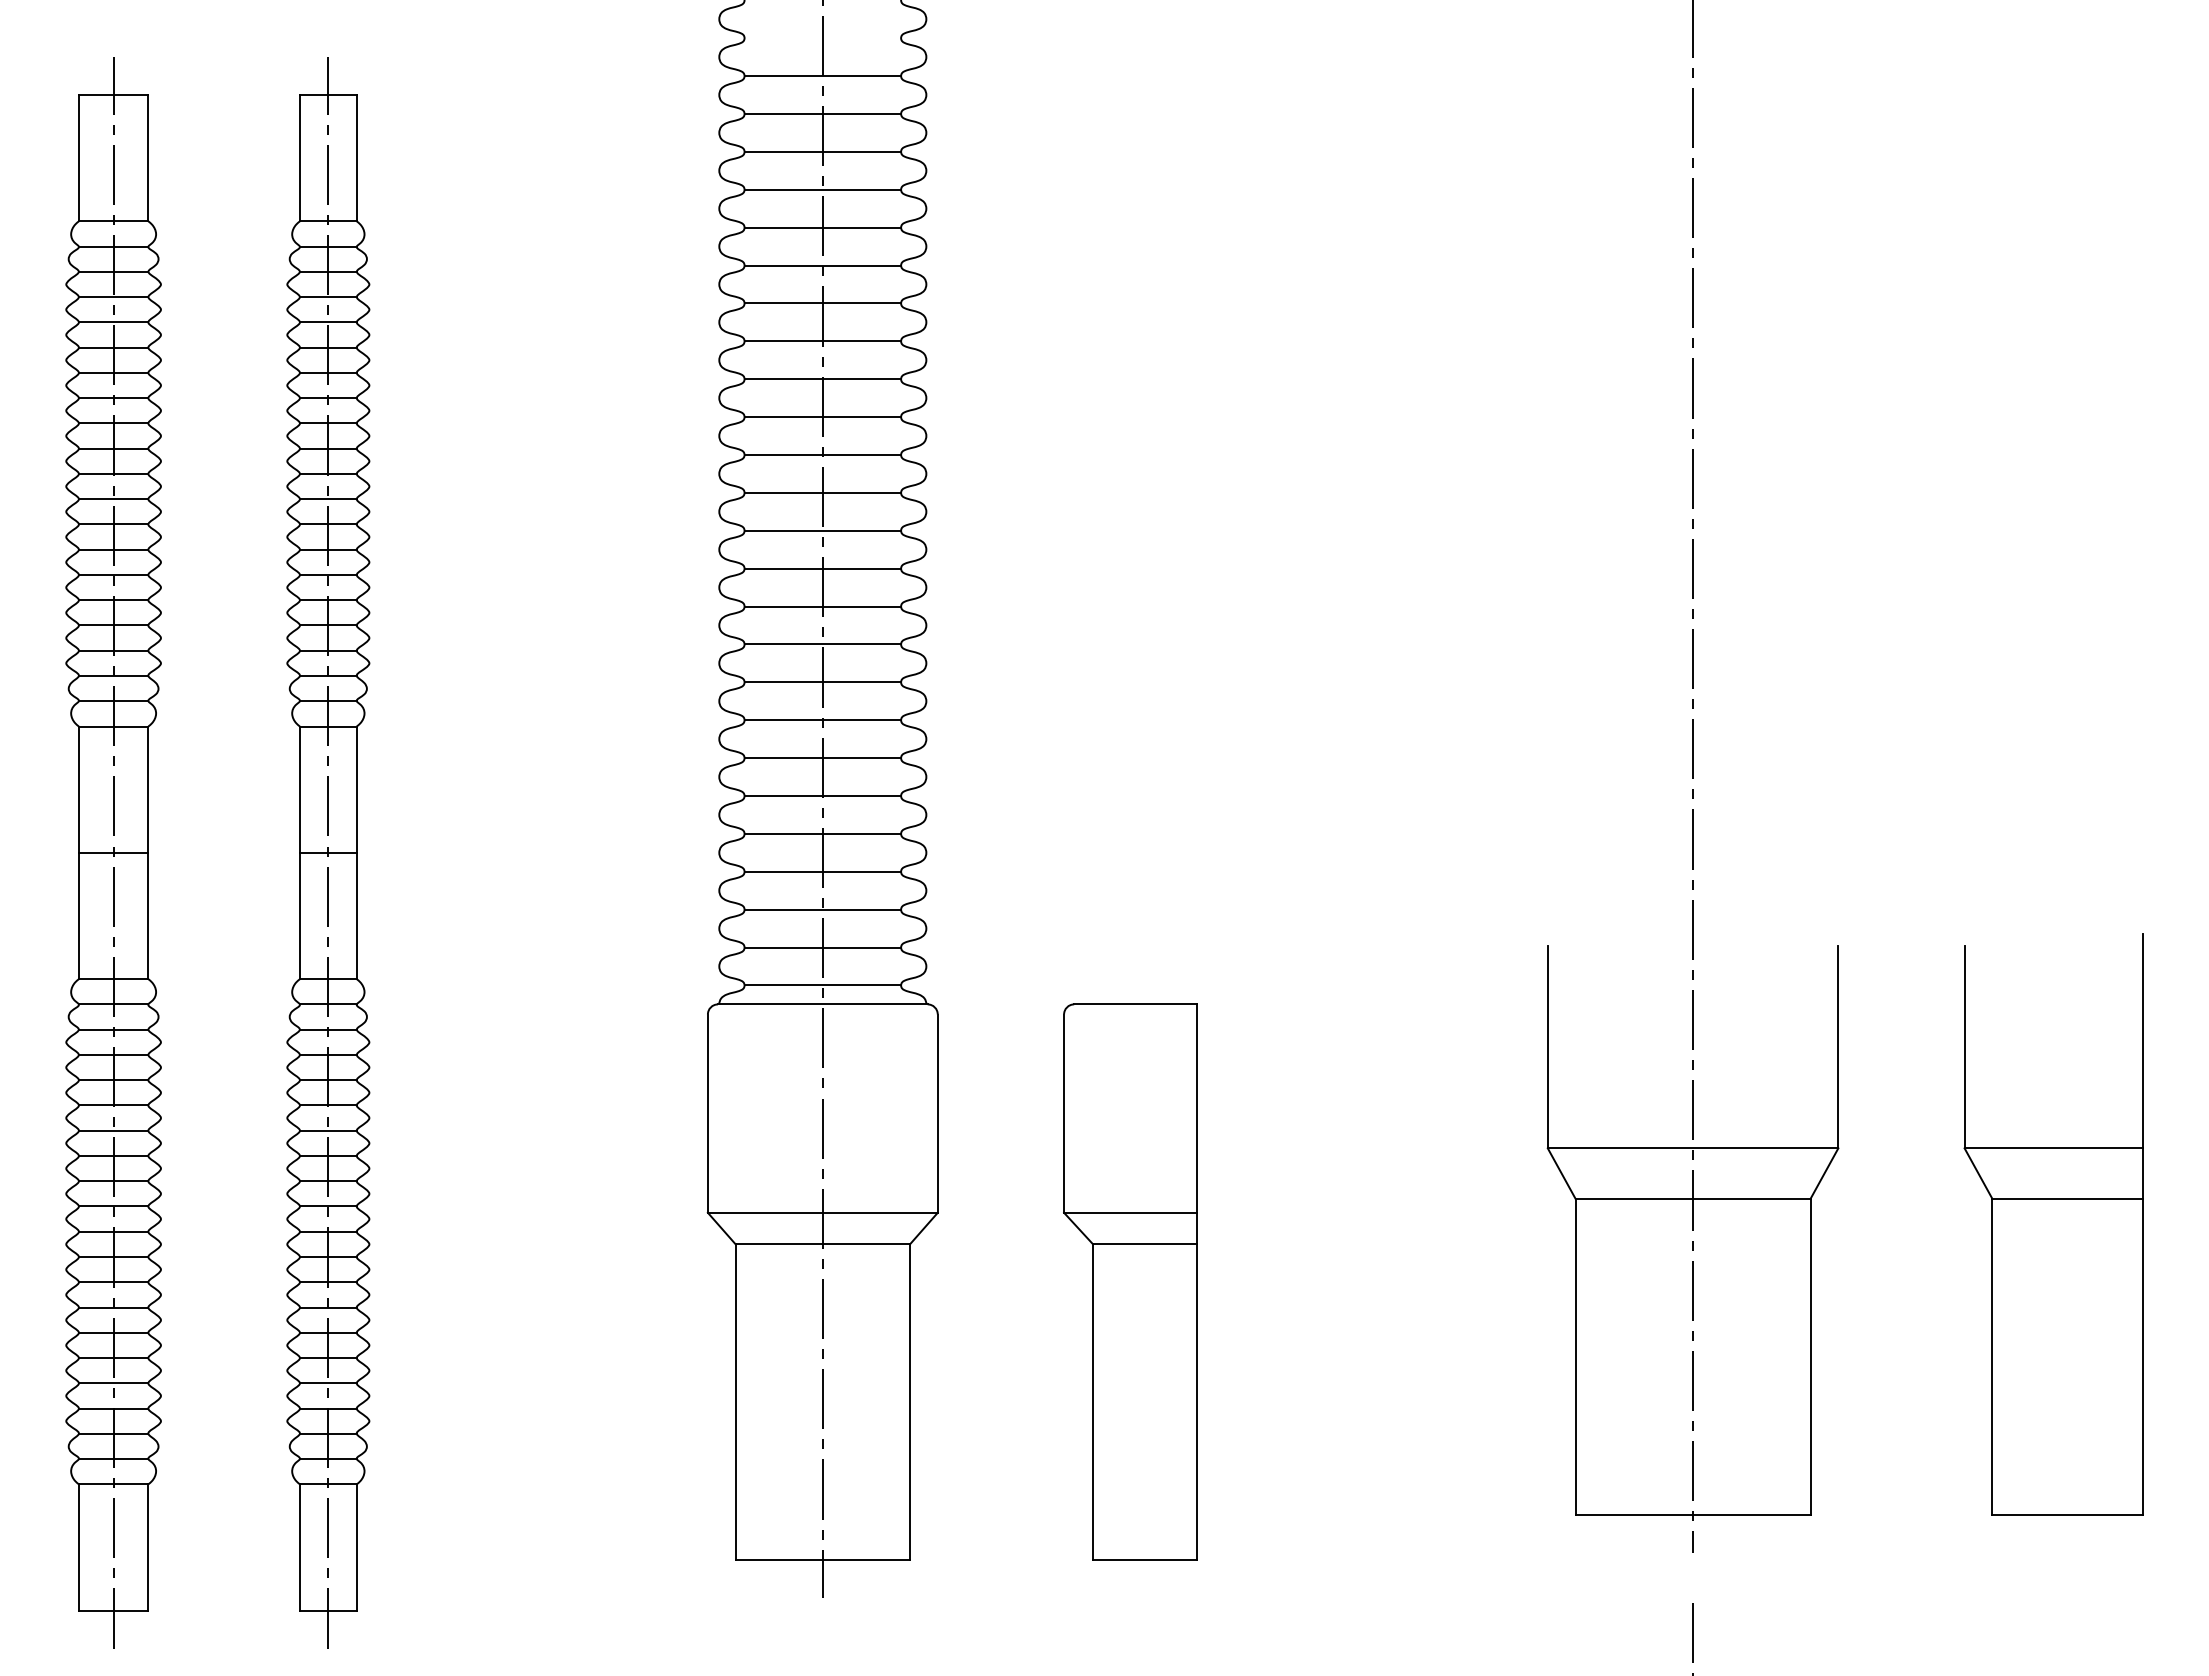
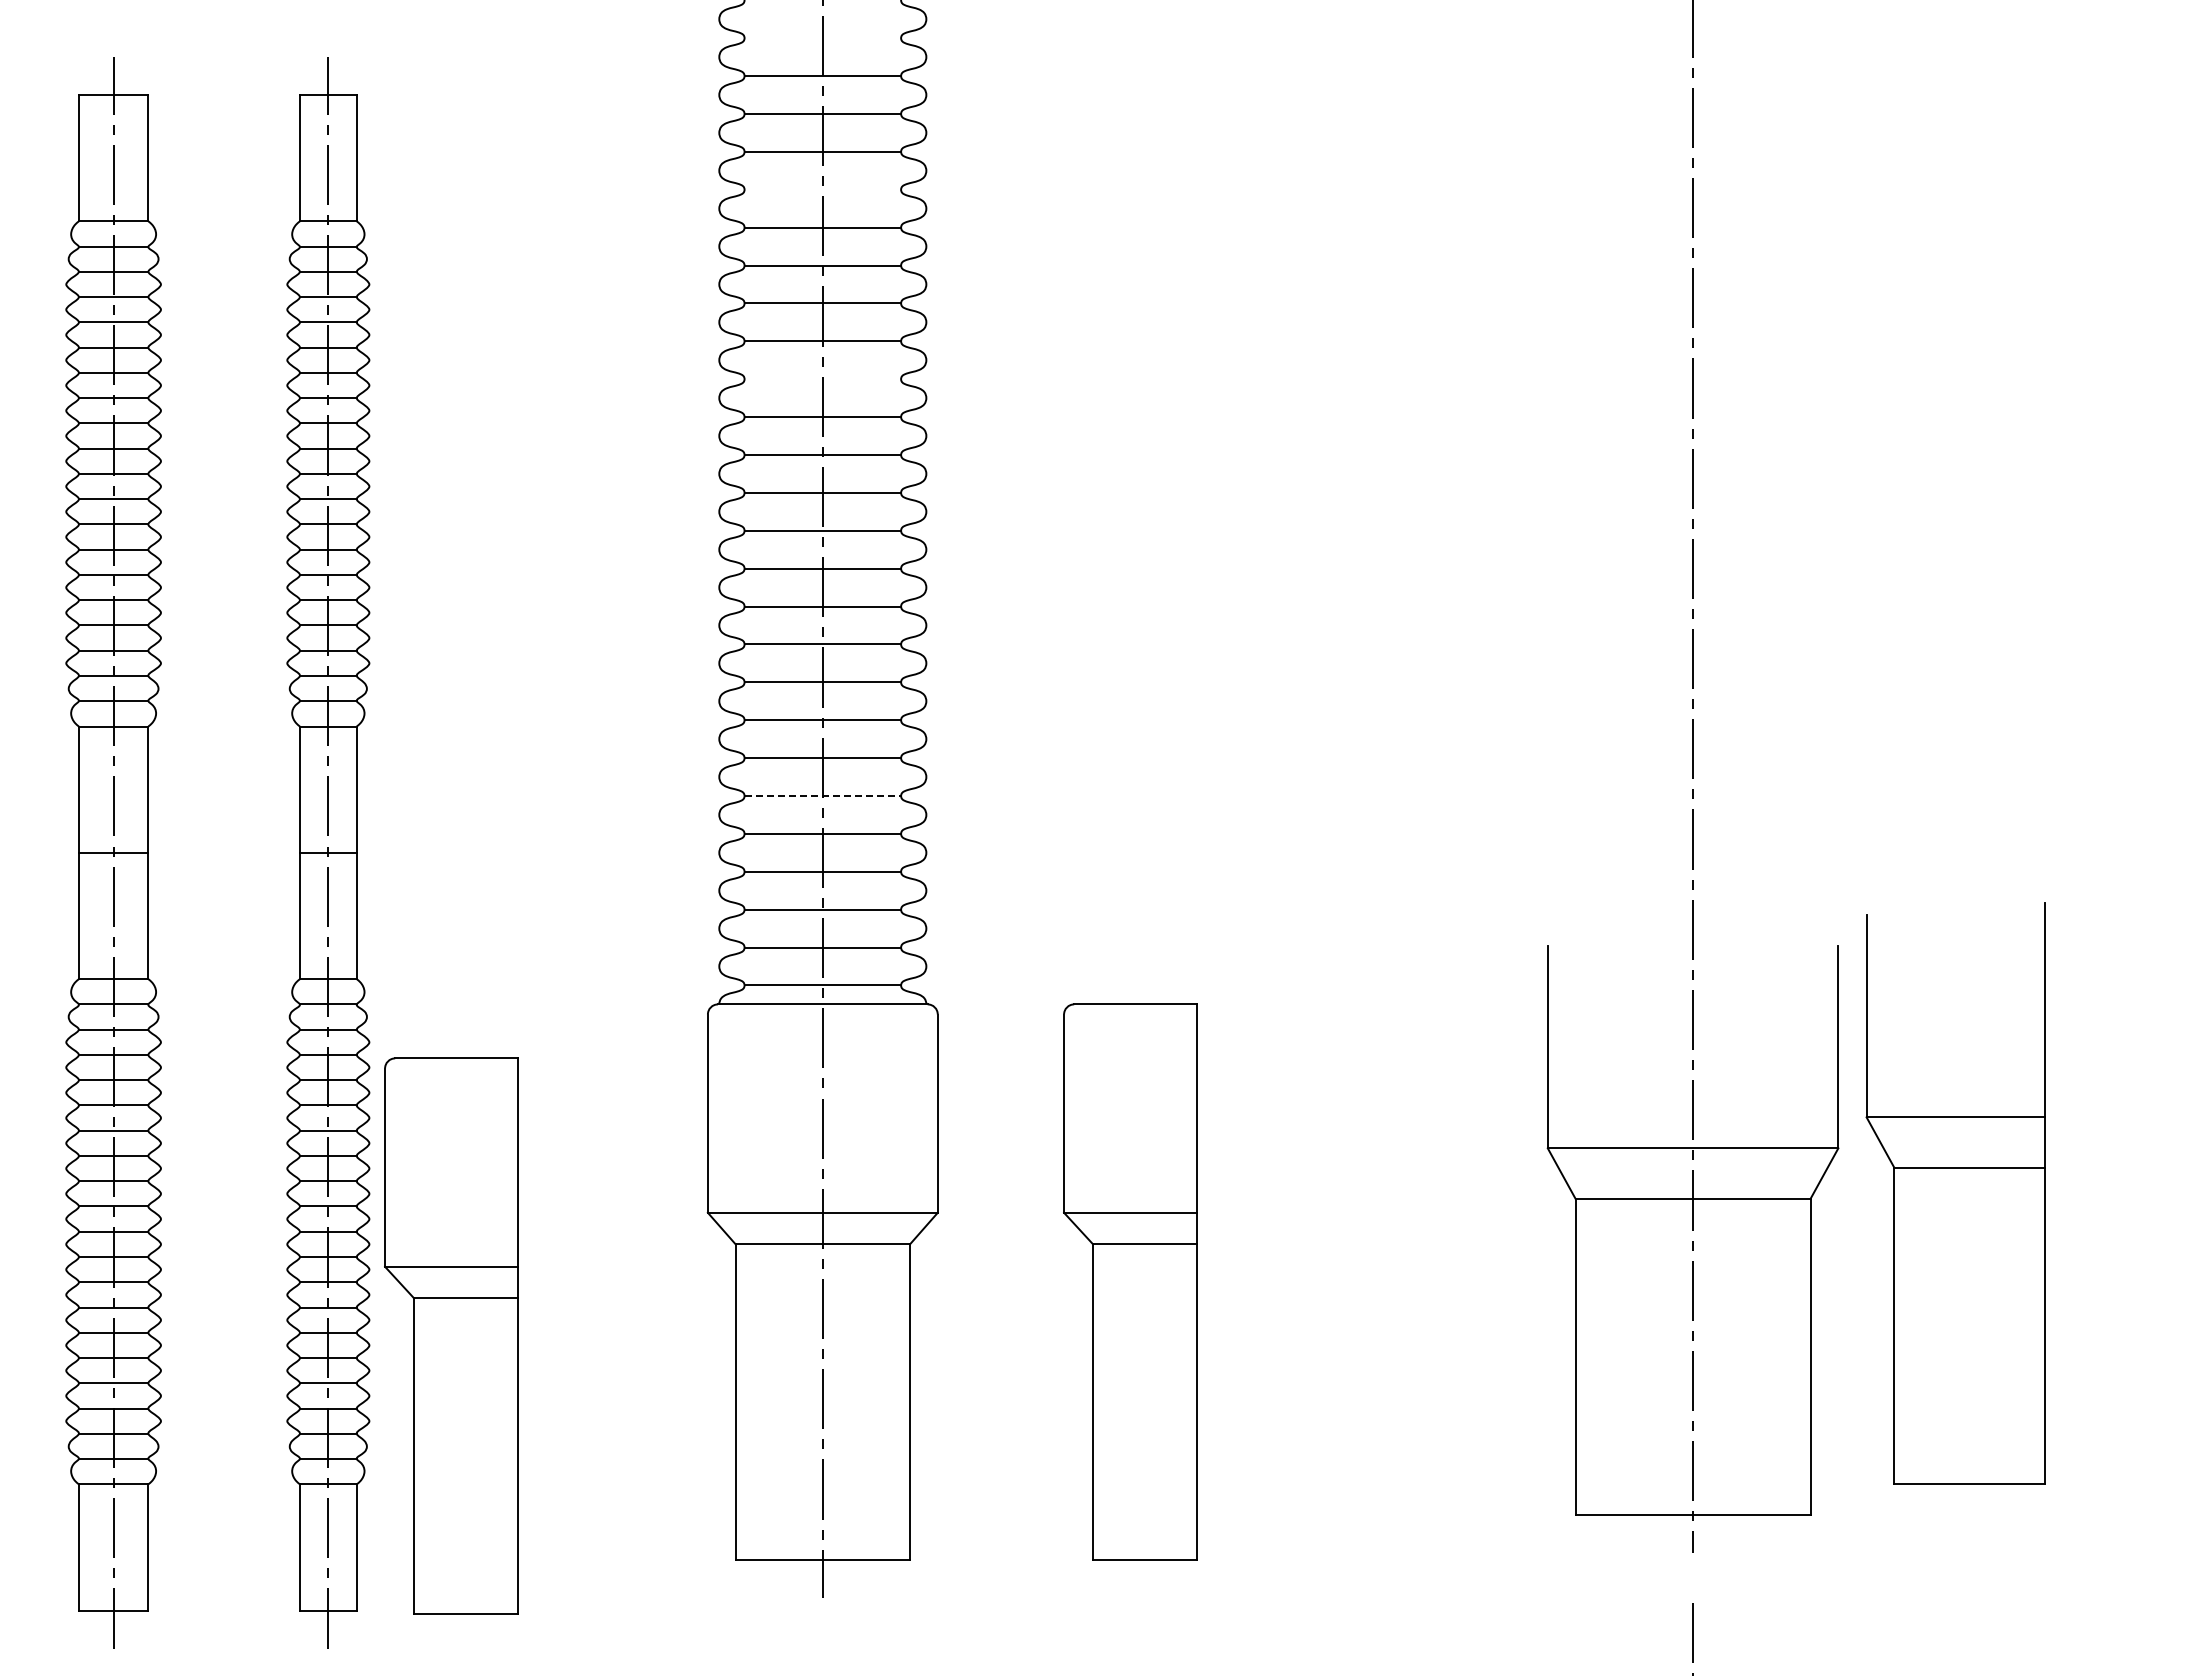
line at (822, 189): present -> none
line at (822, 379): present -> none
line at (823, 796): solid -> dashed
part at (2053, 1224) position: (2053, 1224) -> (1955, 1193)
part at (451, 1335): none -> present
